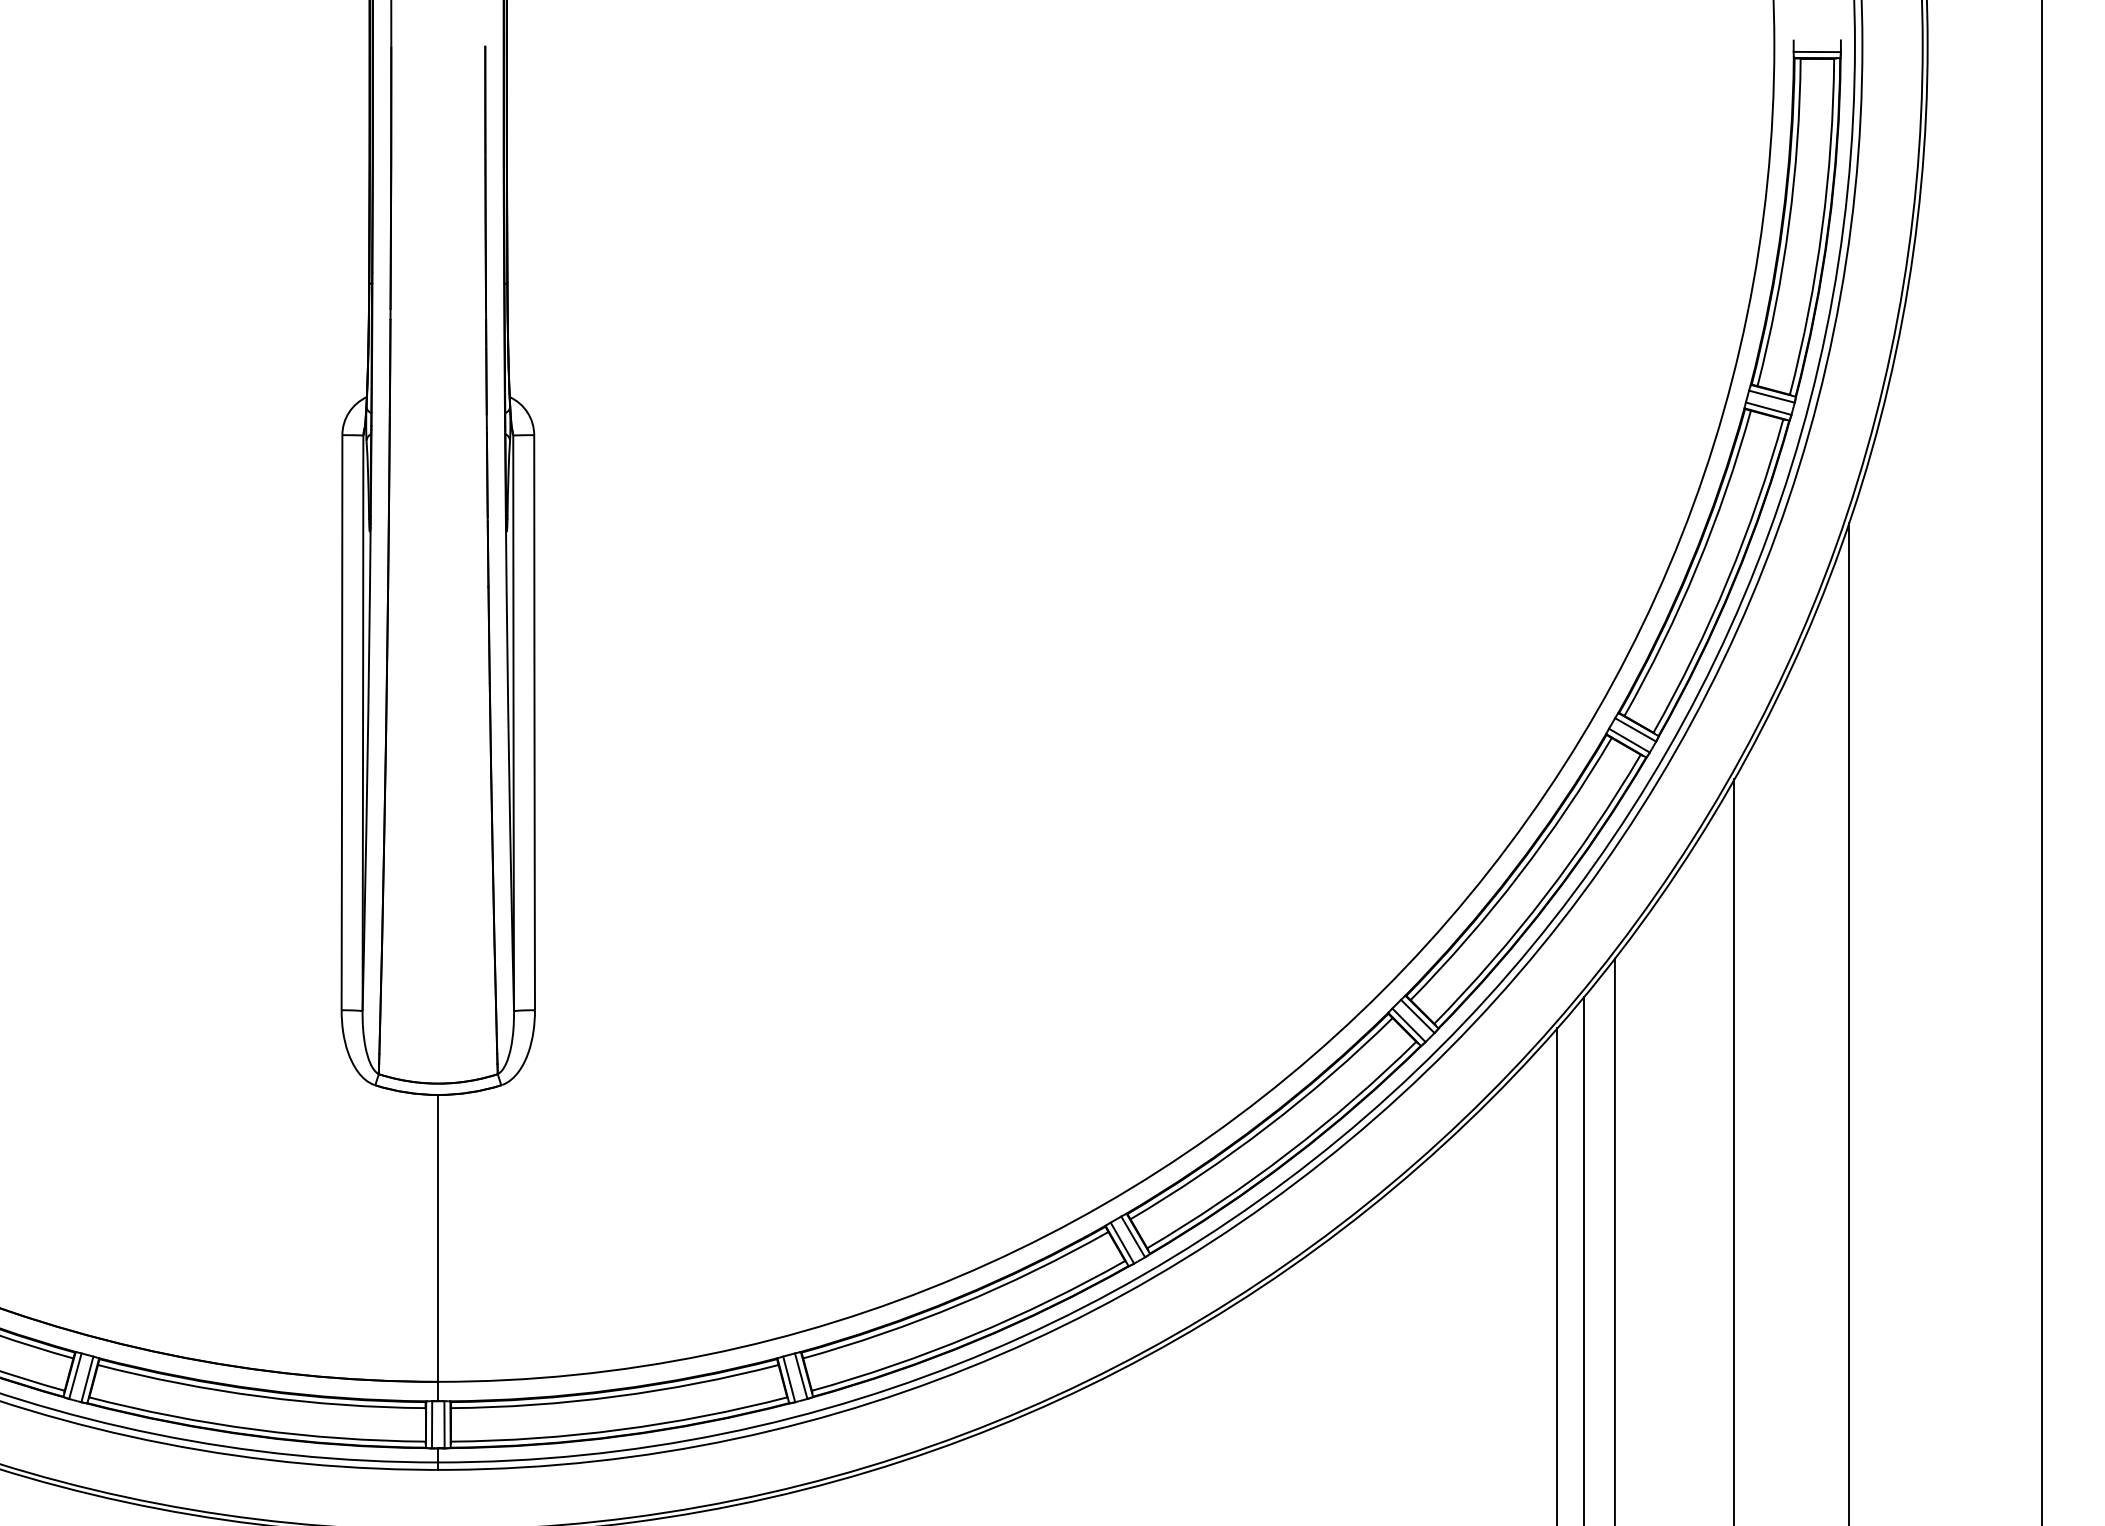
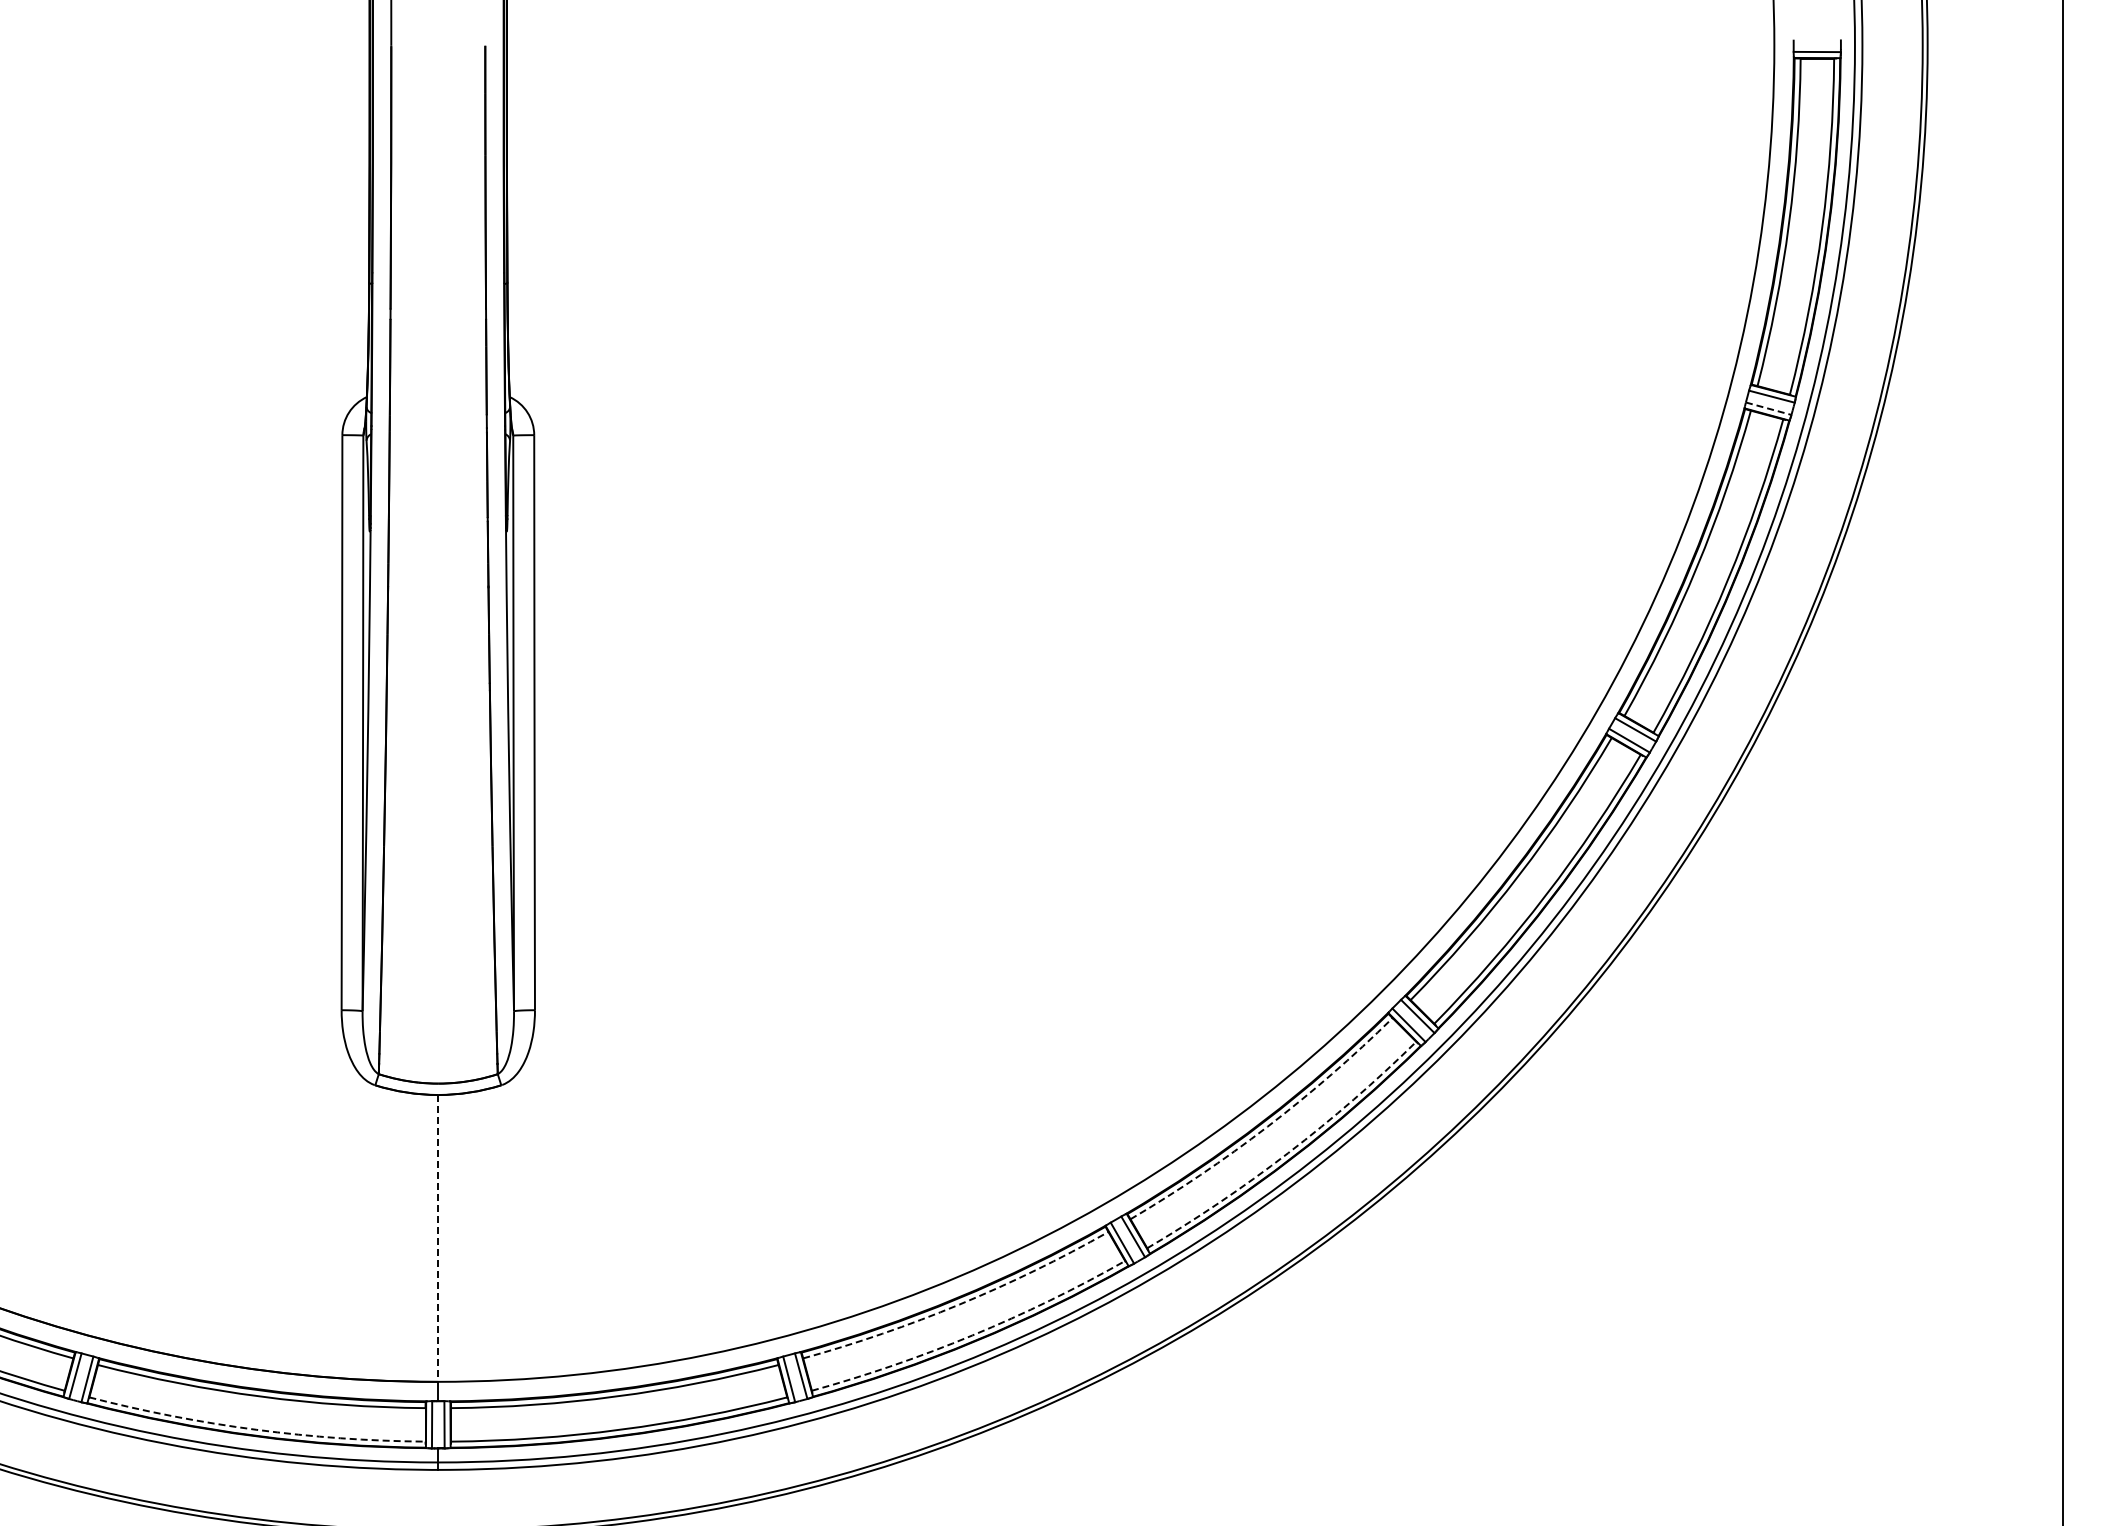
line at (1768, 408): solid -> dashed
line at (2041, 762) position: (2041, 762) -> (2062, 762)
line at (1848, 1022): present -> none
arc at (1267, 1126): solid -> dashed
line at (1734, 1150): present -> none
arc at (1288, 1153): solid -> dashed
line at (438, 1238): solid -> dashed
line at (1614, 1240): present -> none
line at (1584, 1259): present -> none
line at (1557, 1275): present -> none
arc at (959, 1304): solid -> dashed
arc at (972, 1335): solid -> dashed
arc at (256, 1429): solid -> dashed
